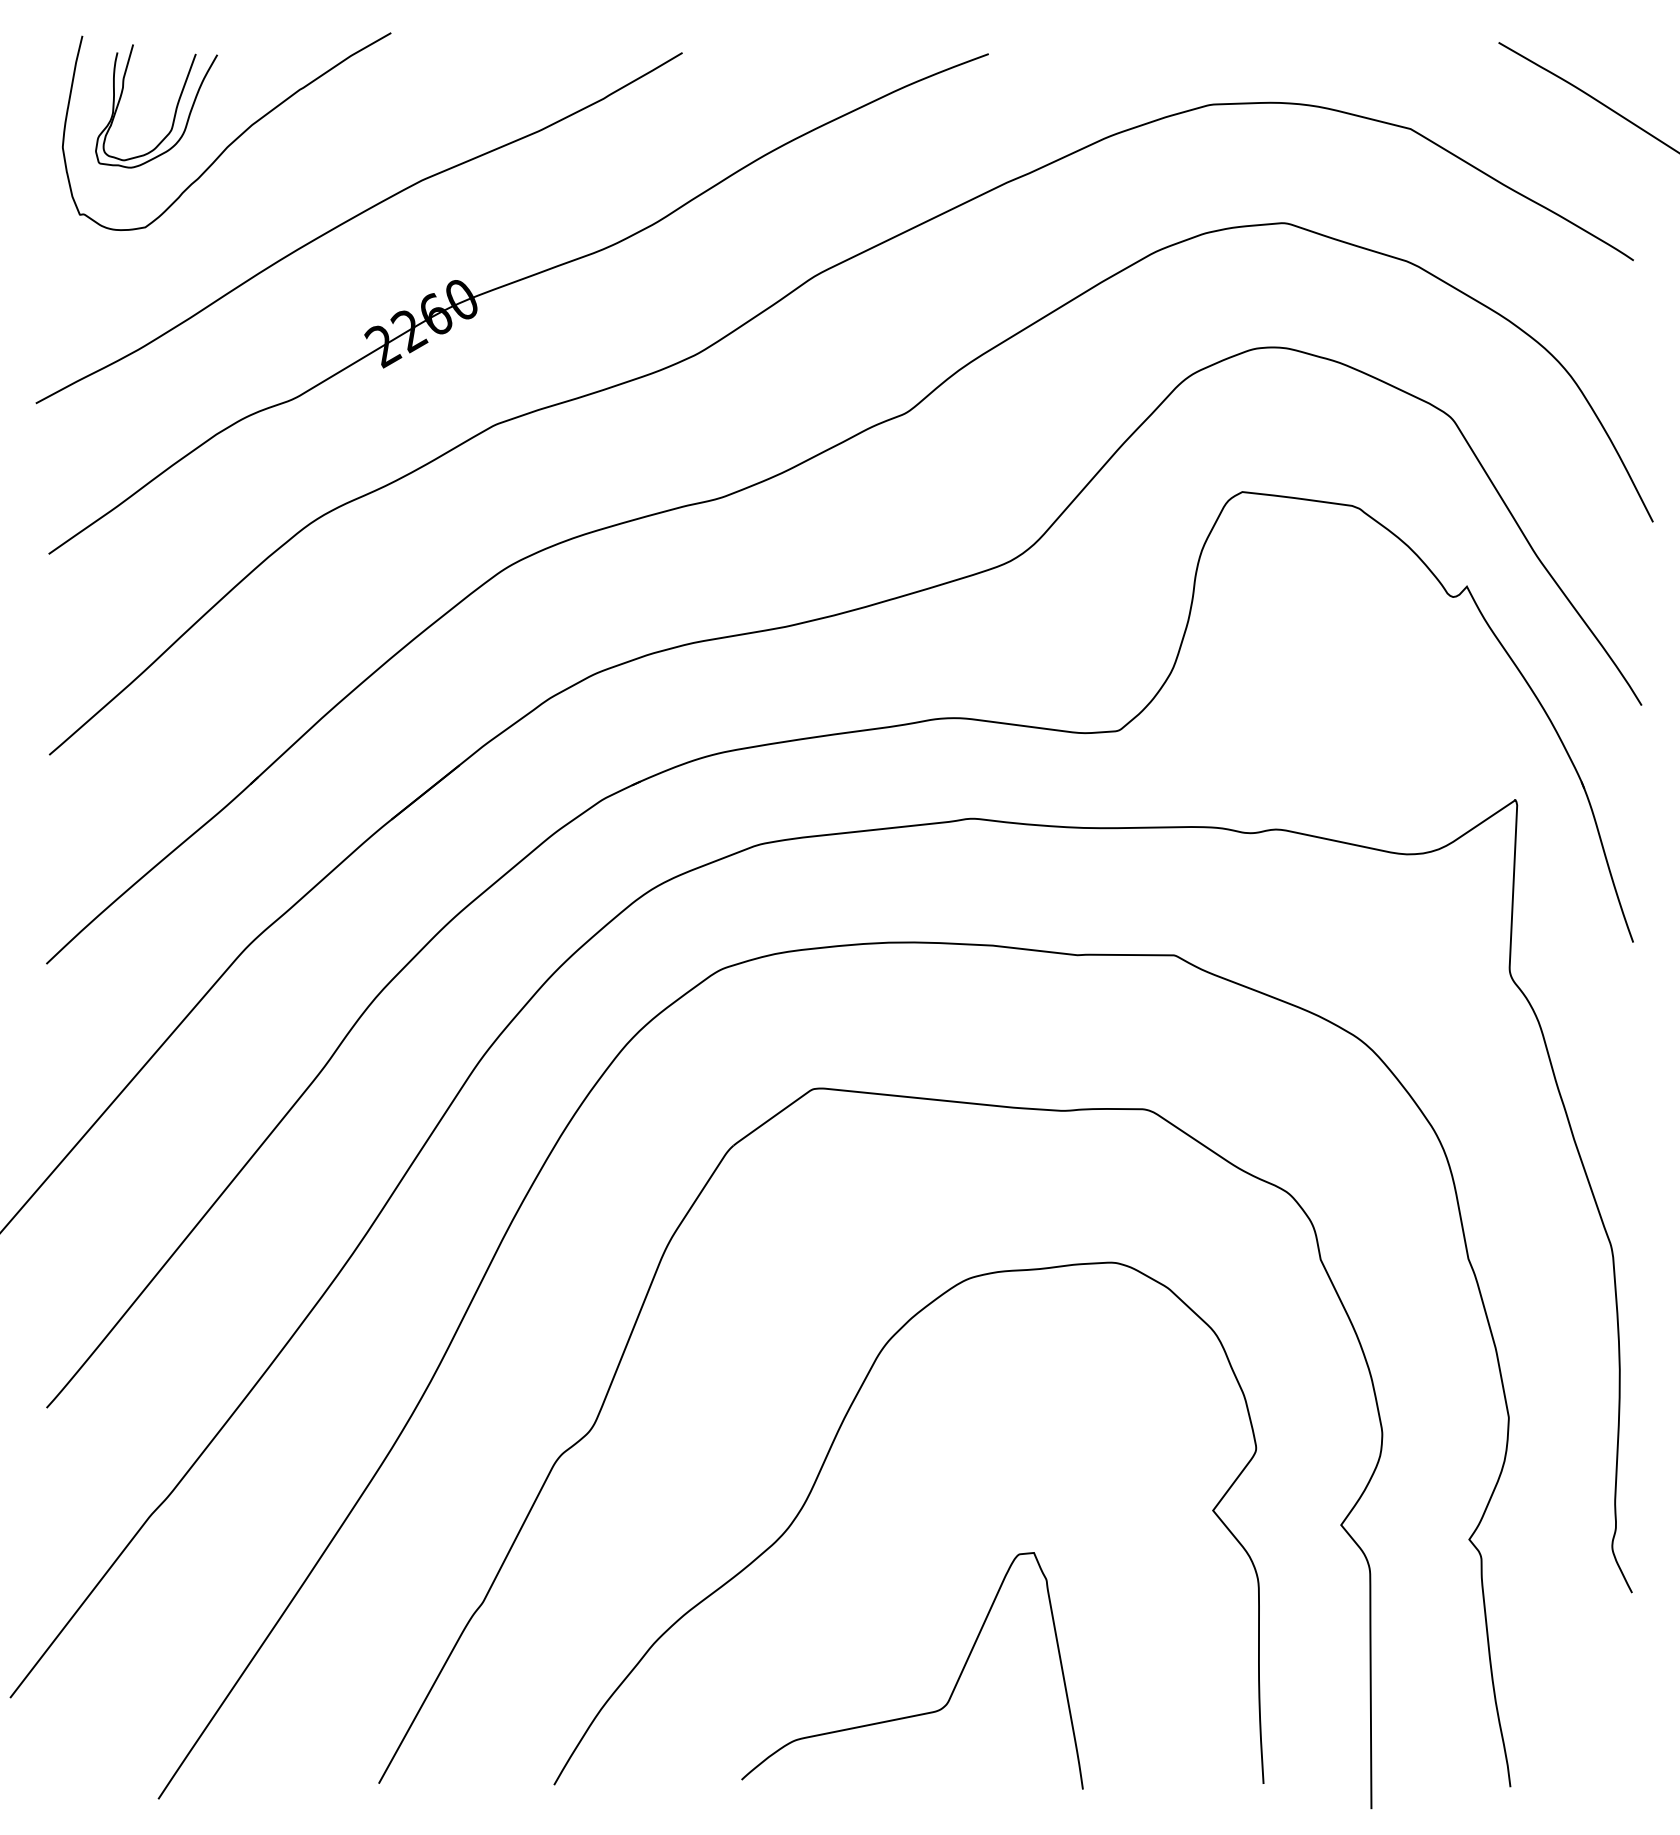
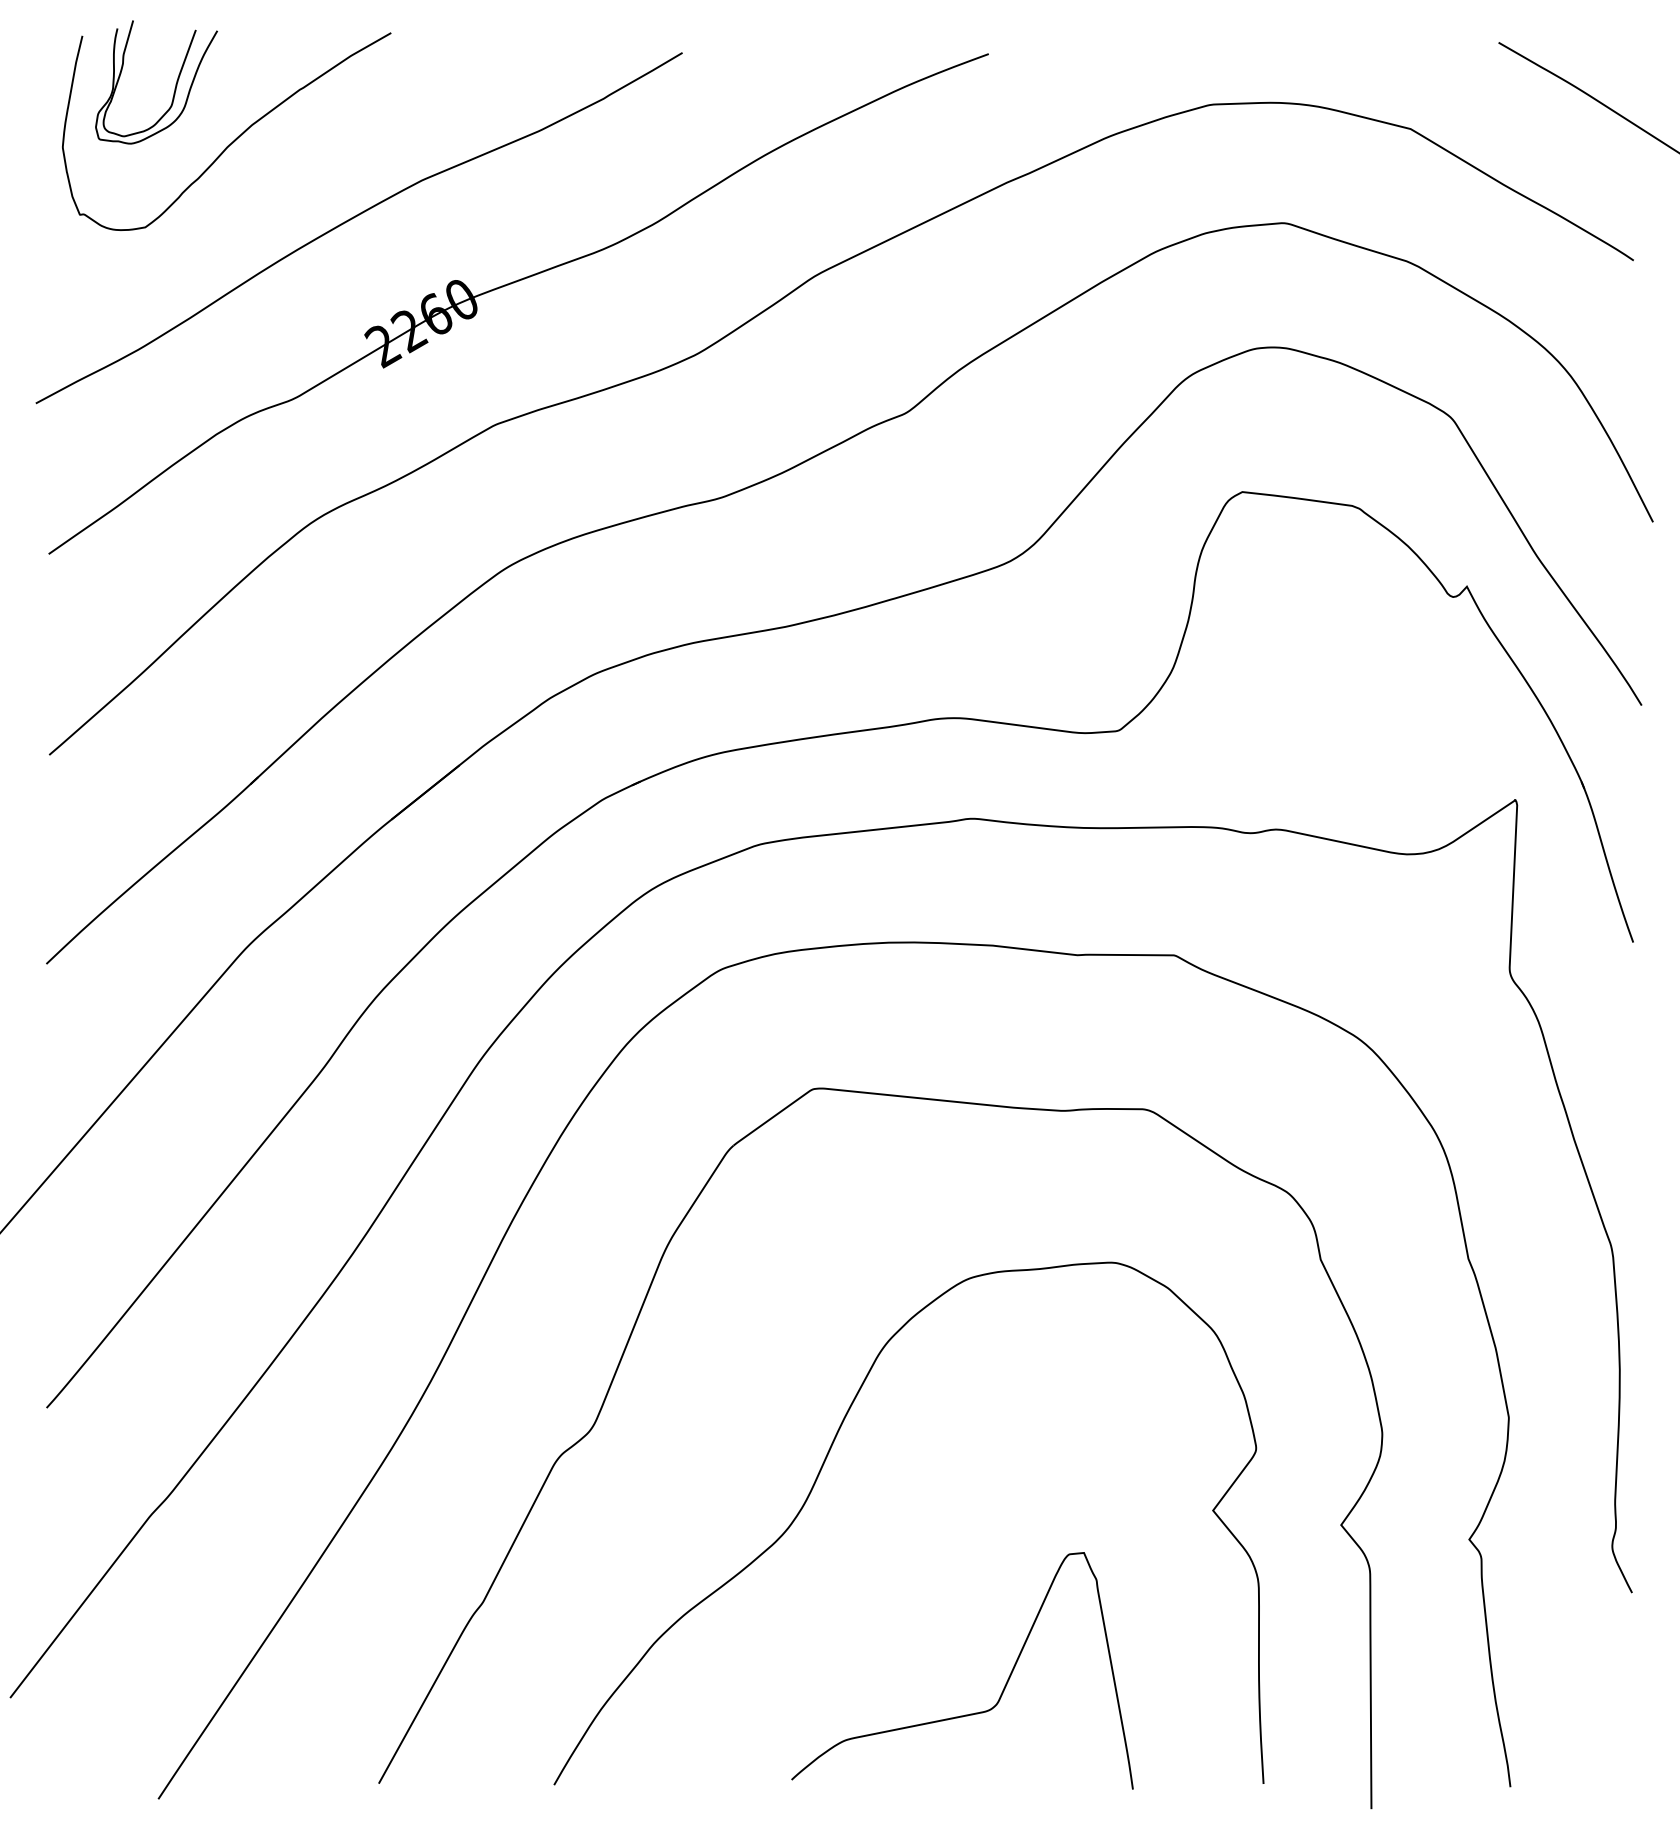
part at (174, 112) position: (174, 112) -> (174, 88)
curve at (920, 1713) position: (920, 1713) -> (970, 1713)
